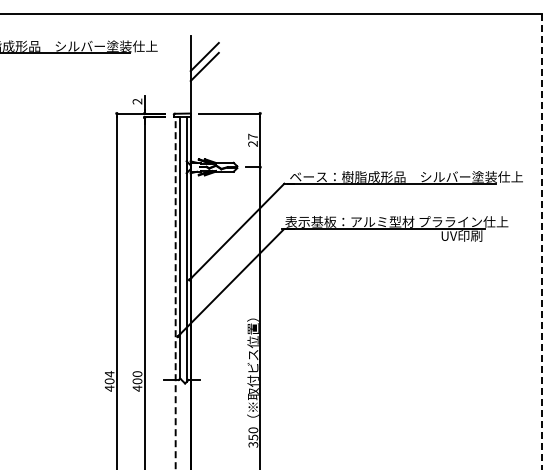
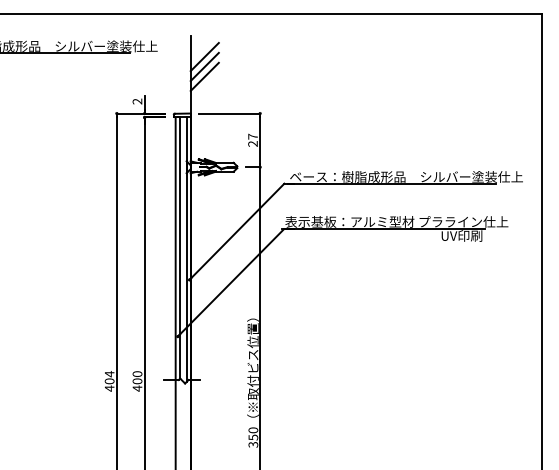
line at (204, 76): none -> present
line at (542, 242): dashed -> solid
line at (175, 293): dashed -> solid
